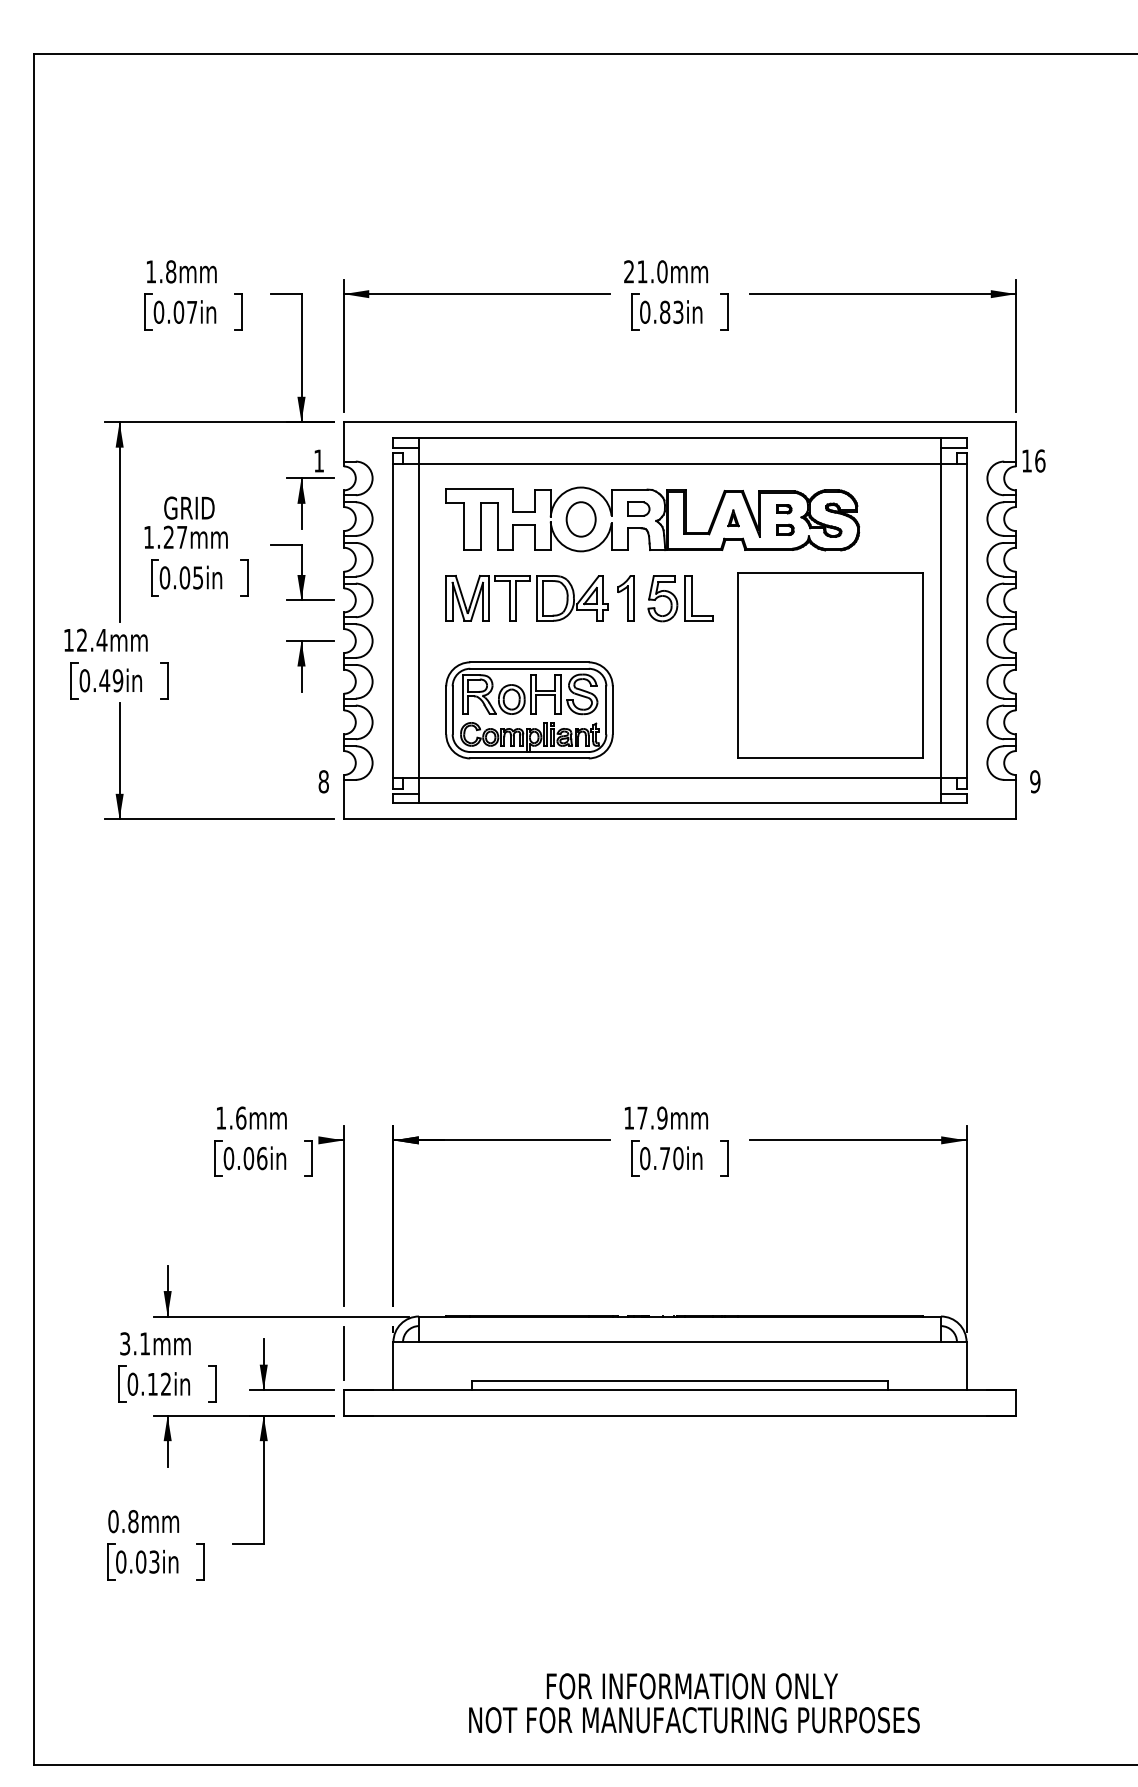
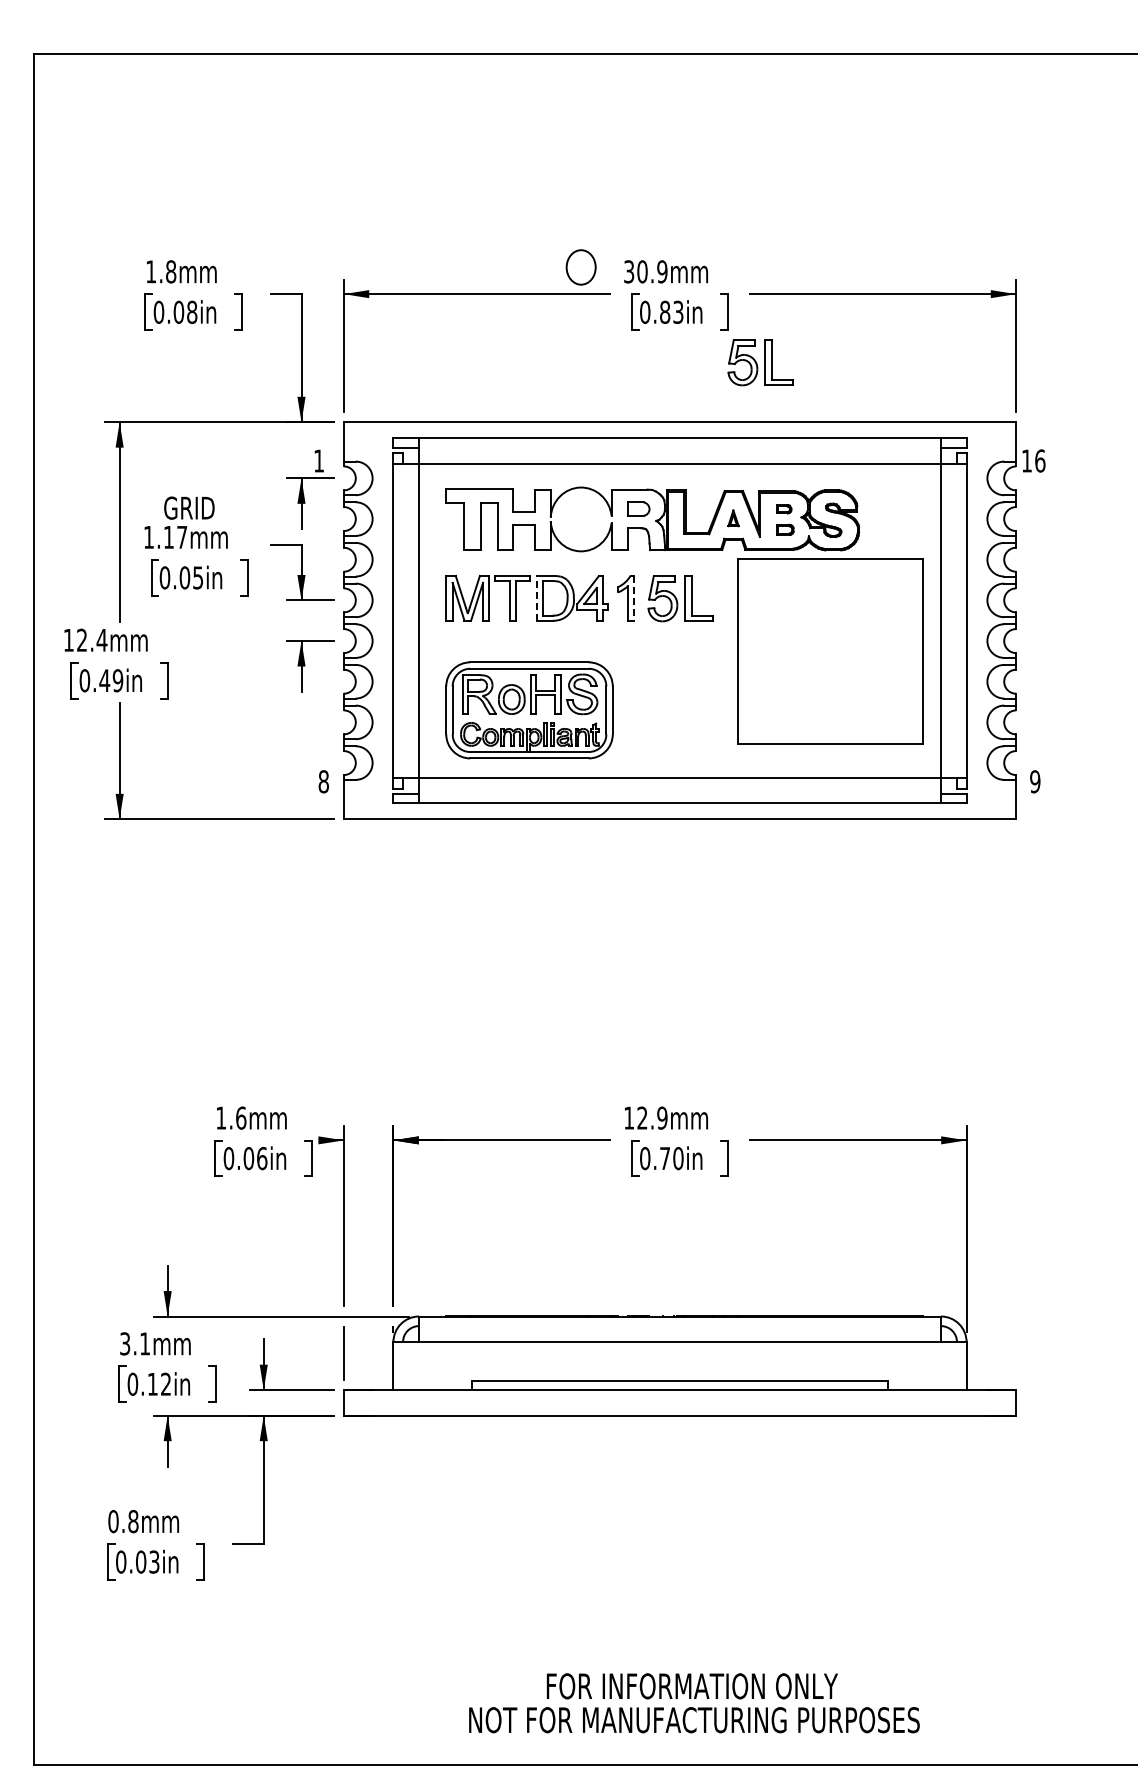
text at (645, 271): 21.0mm -> 30.9mm
text at (192, 311): 0.07in -> 0.08in
part at (760, 362): none -> present
part at (580, 519) position: (580, 519) -> (580, 267)
text at (168, 536): 1.27mm -> 1.17mm
line at (537, 597): solid -> dashed
line at (634, 598): solid -> dashed
part at (830, 665) position: (830, 665) -> (830, 651)
text at (642, 1117): 17.9mm -> 12.9mm
